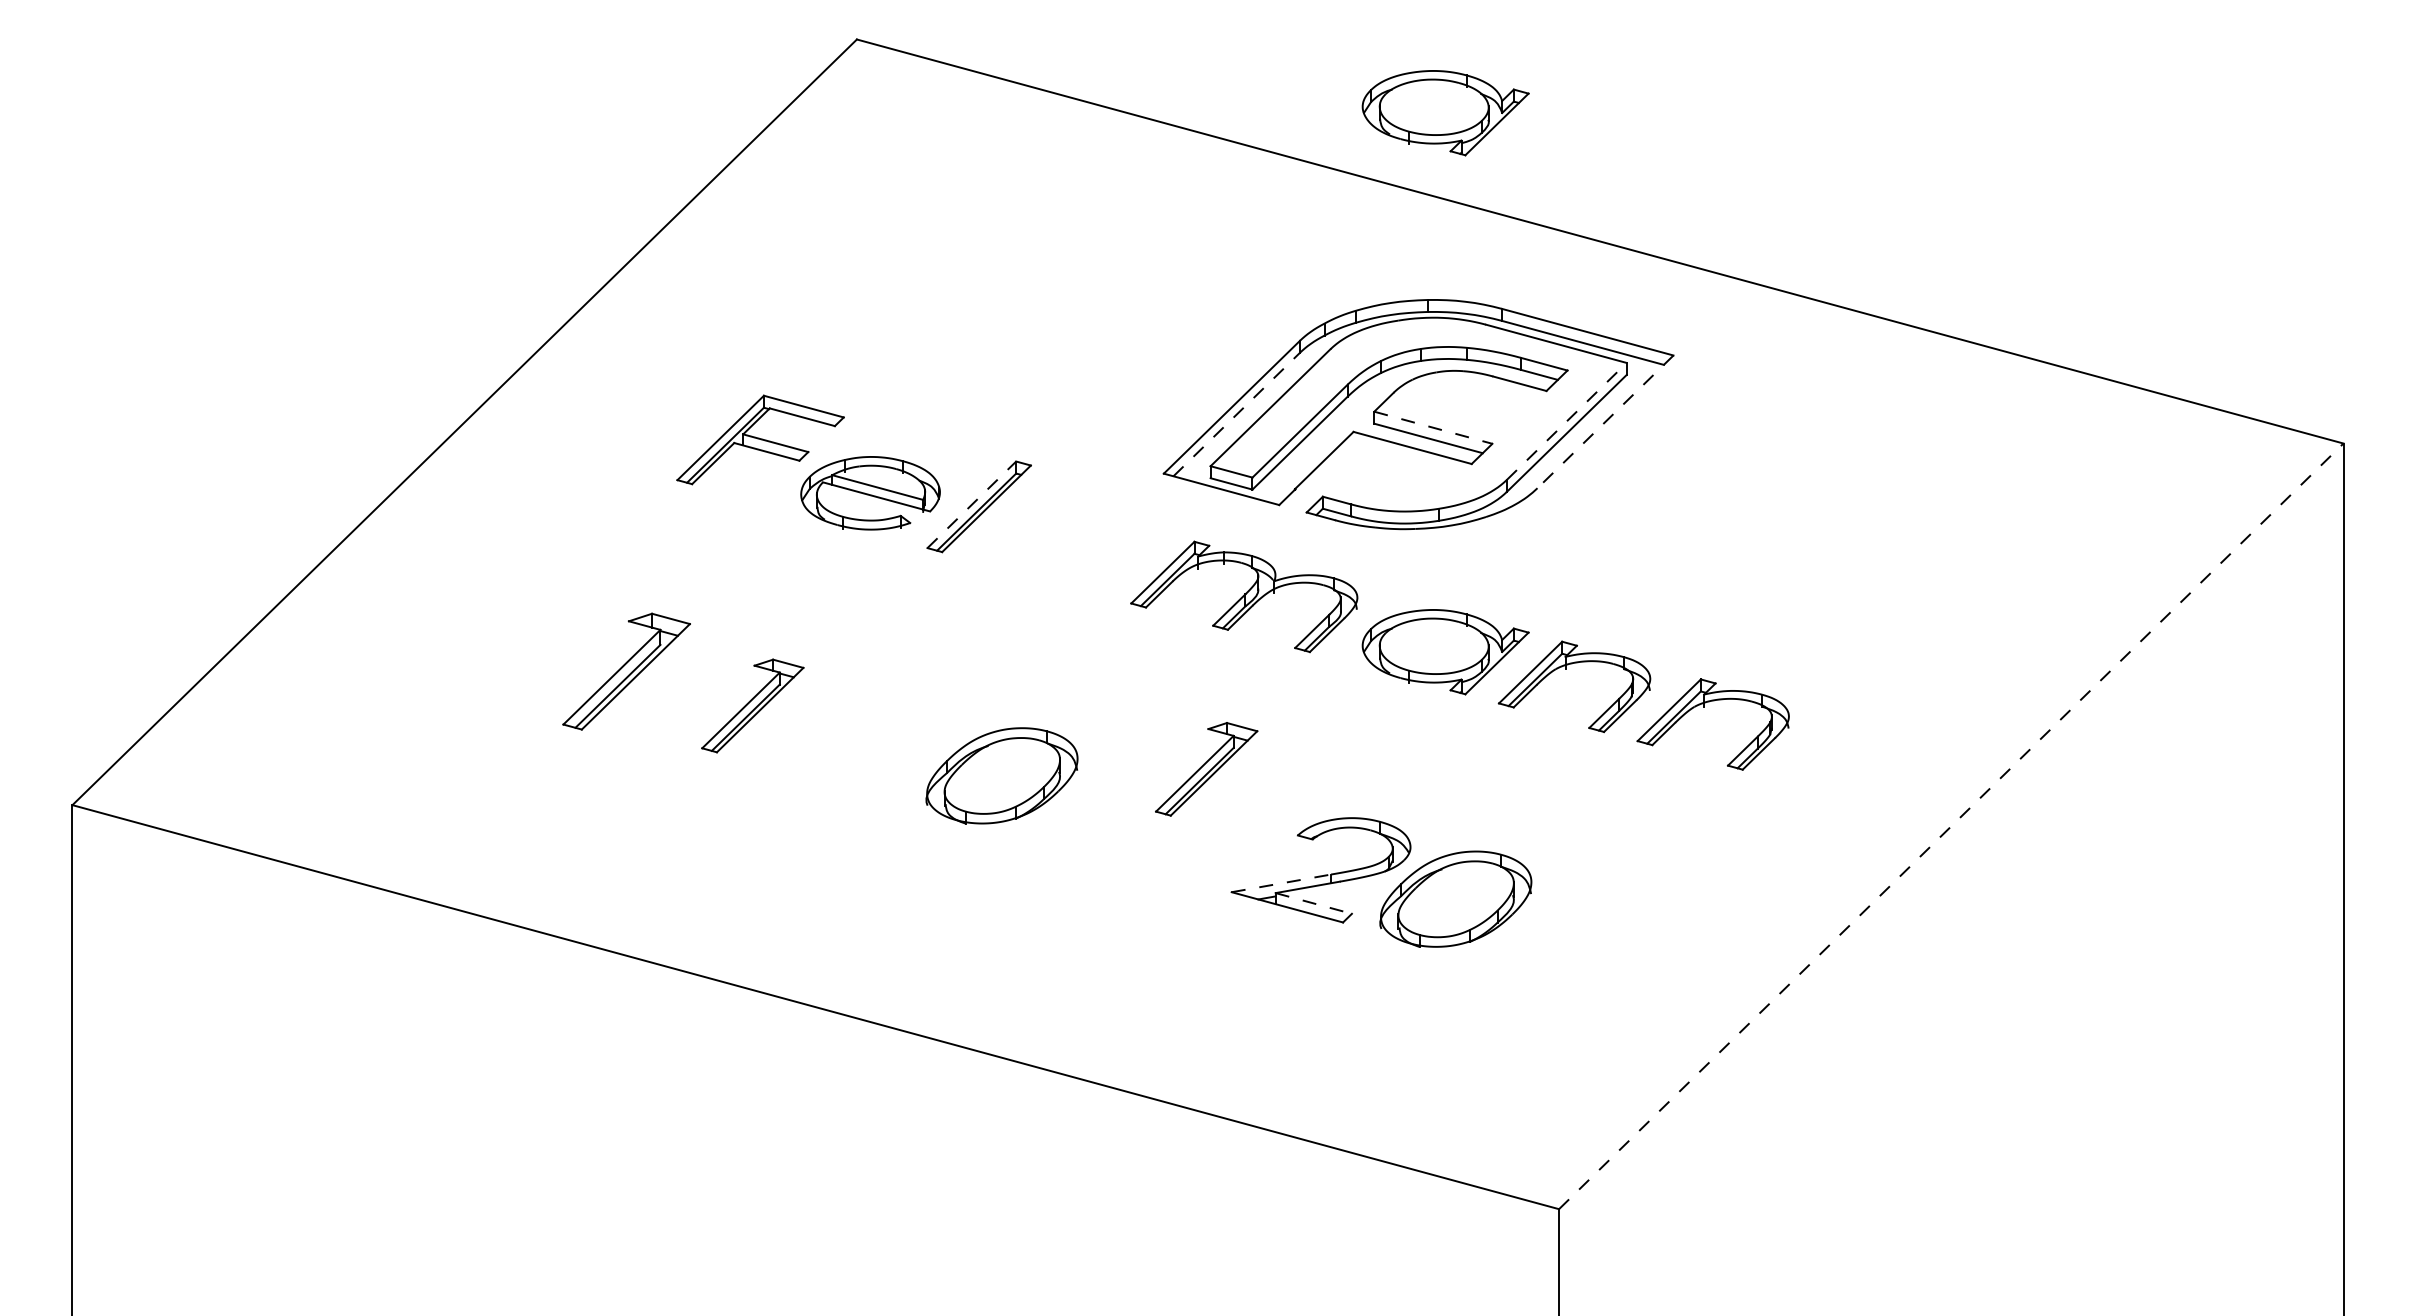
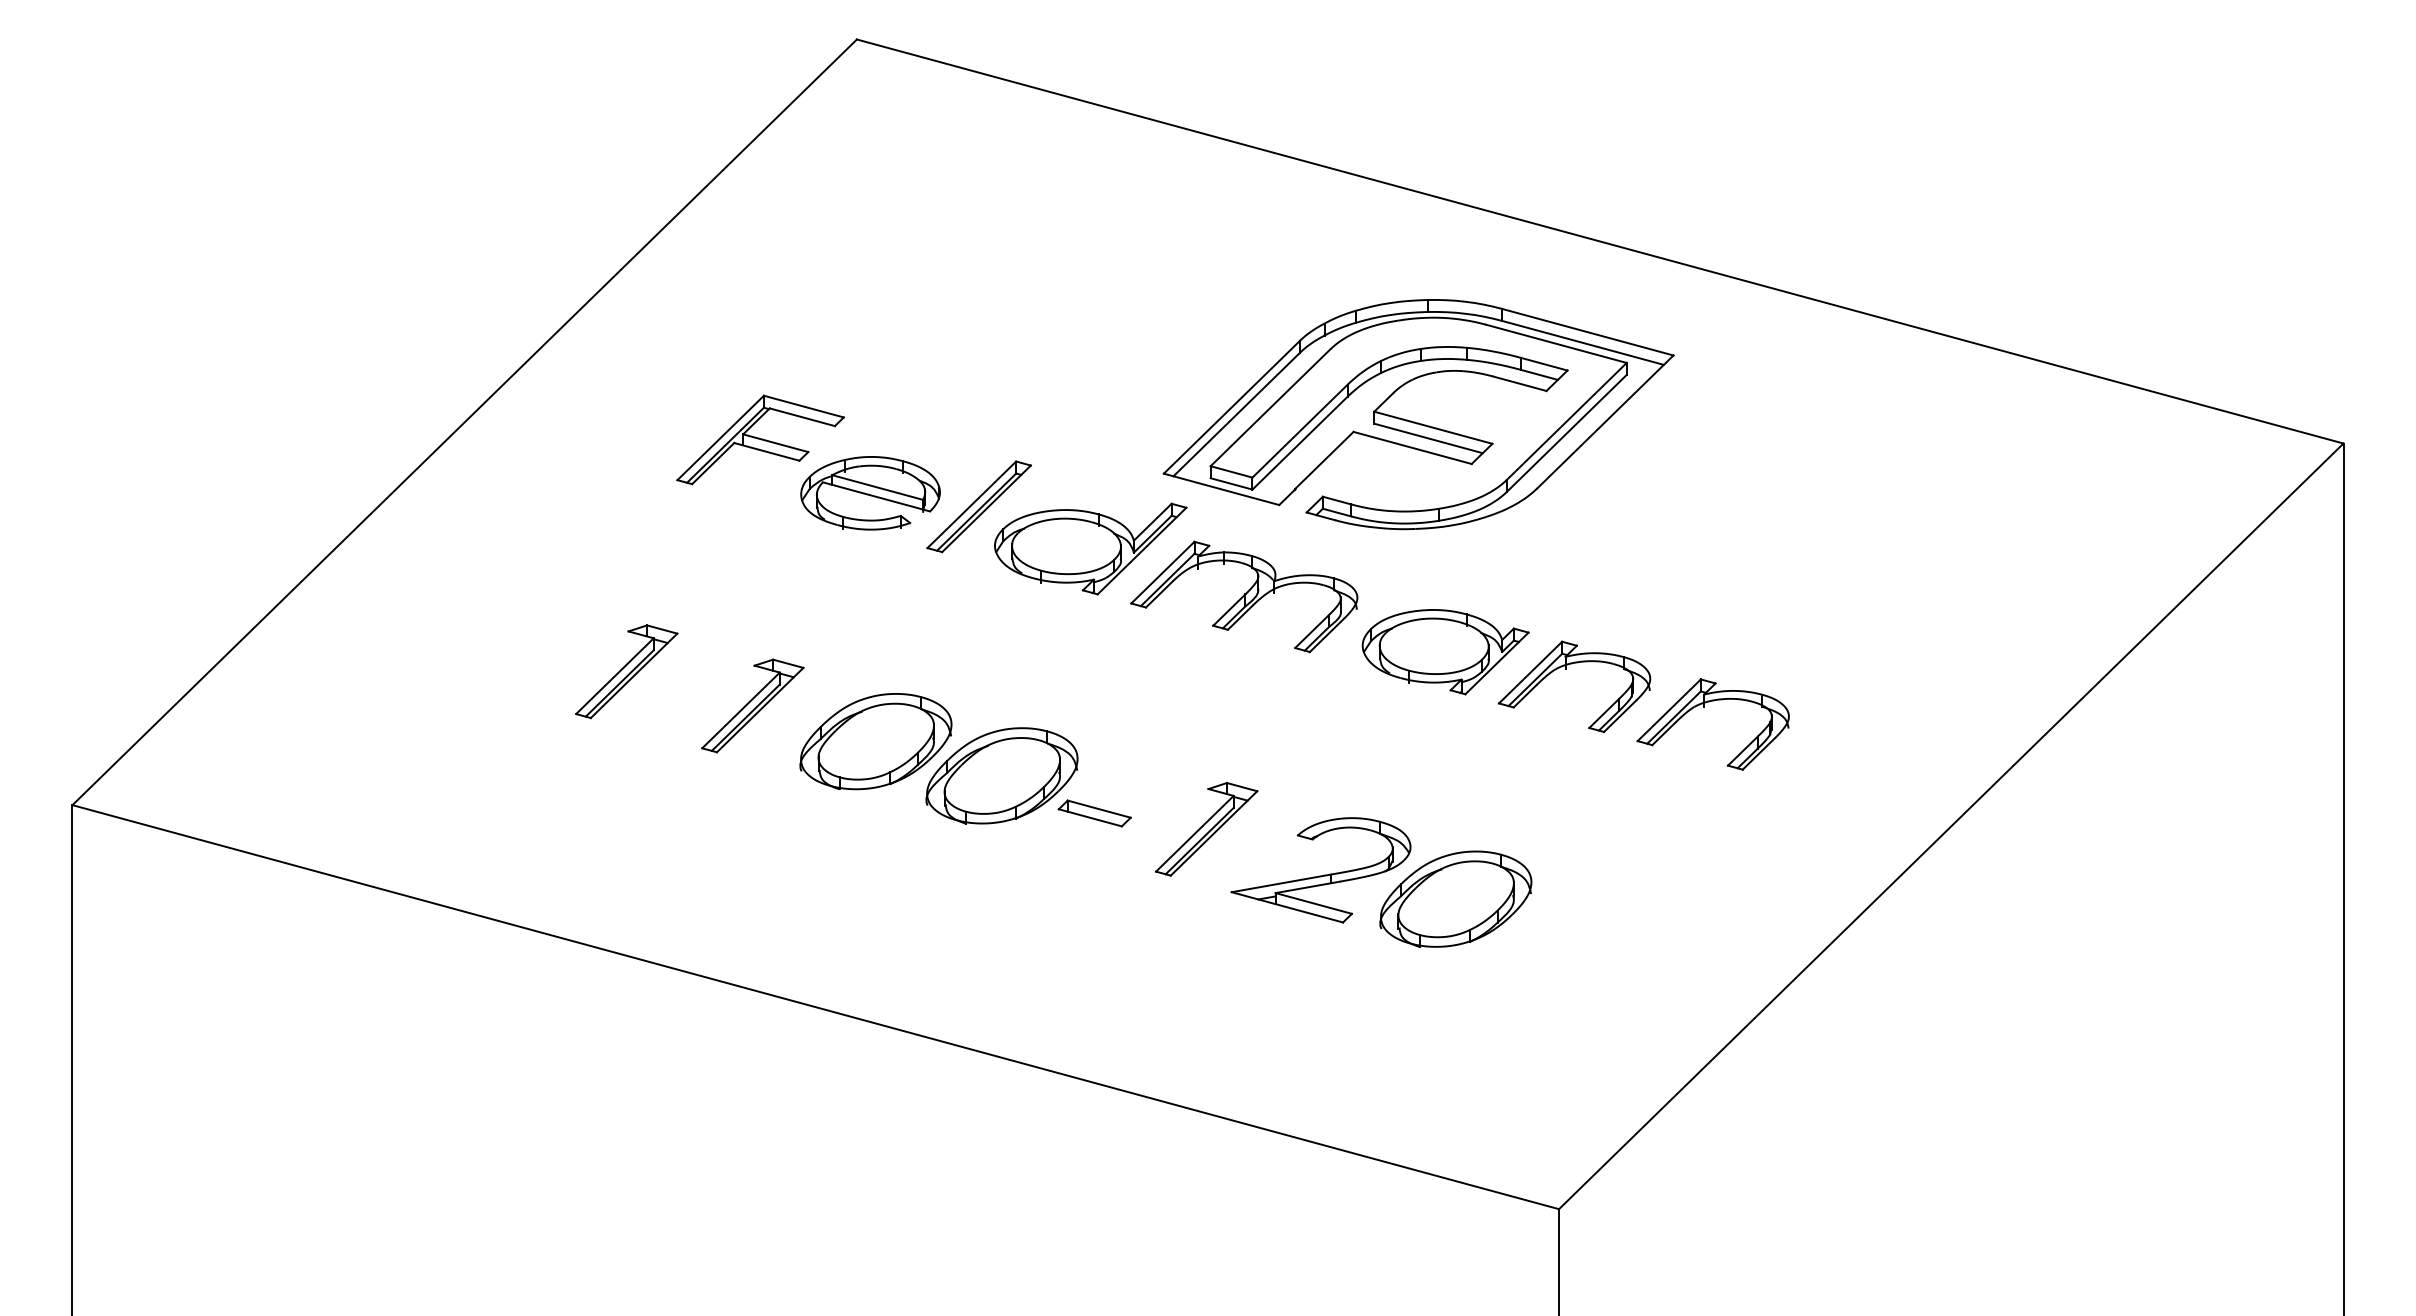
part at (1445, 113): present -> none
line at (1237, 414): dashed -> solid
line at (1566, 421): dashed -> solid
line at (1605, 422): dashed -> solid
line at (1433, 427): dashed -> solid
line at (971, 504): dashed -> solid
part at (1090, 548): none -> present
part at (626, 671) size: 129x119 px -> 104x96 px
part at (875, 741): none -> present
part at (1206, 769) position: (1206, 769) -> (1206, 829)
part at (1094, 813): none -> present
line at (1951, 826): dashed -> solid
line at (1281, 883): dashed -> solid
line at (1313, 903): dashed -> solid
